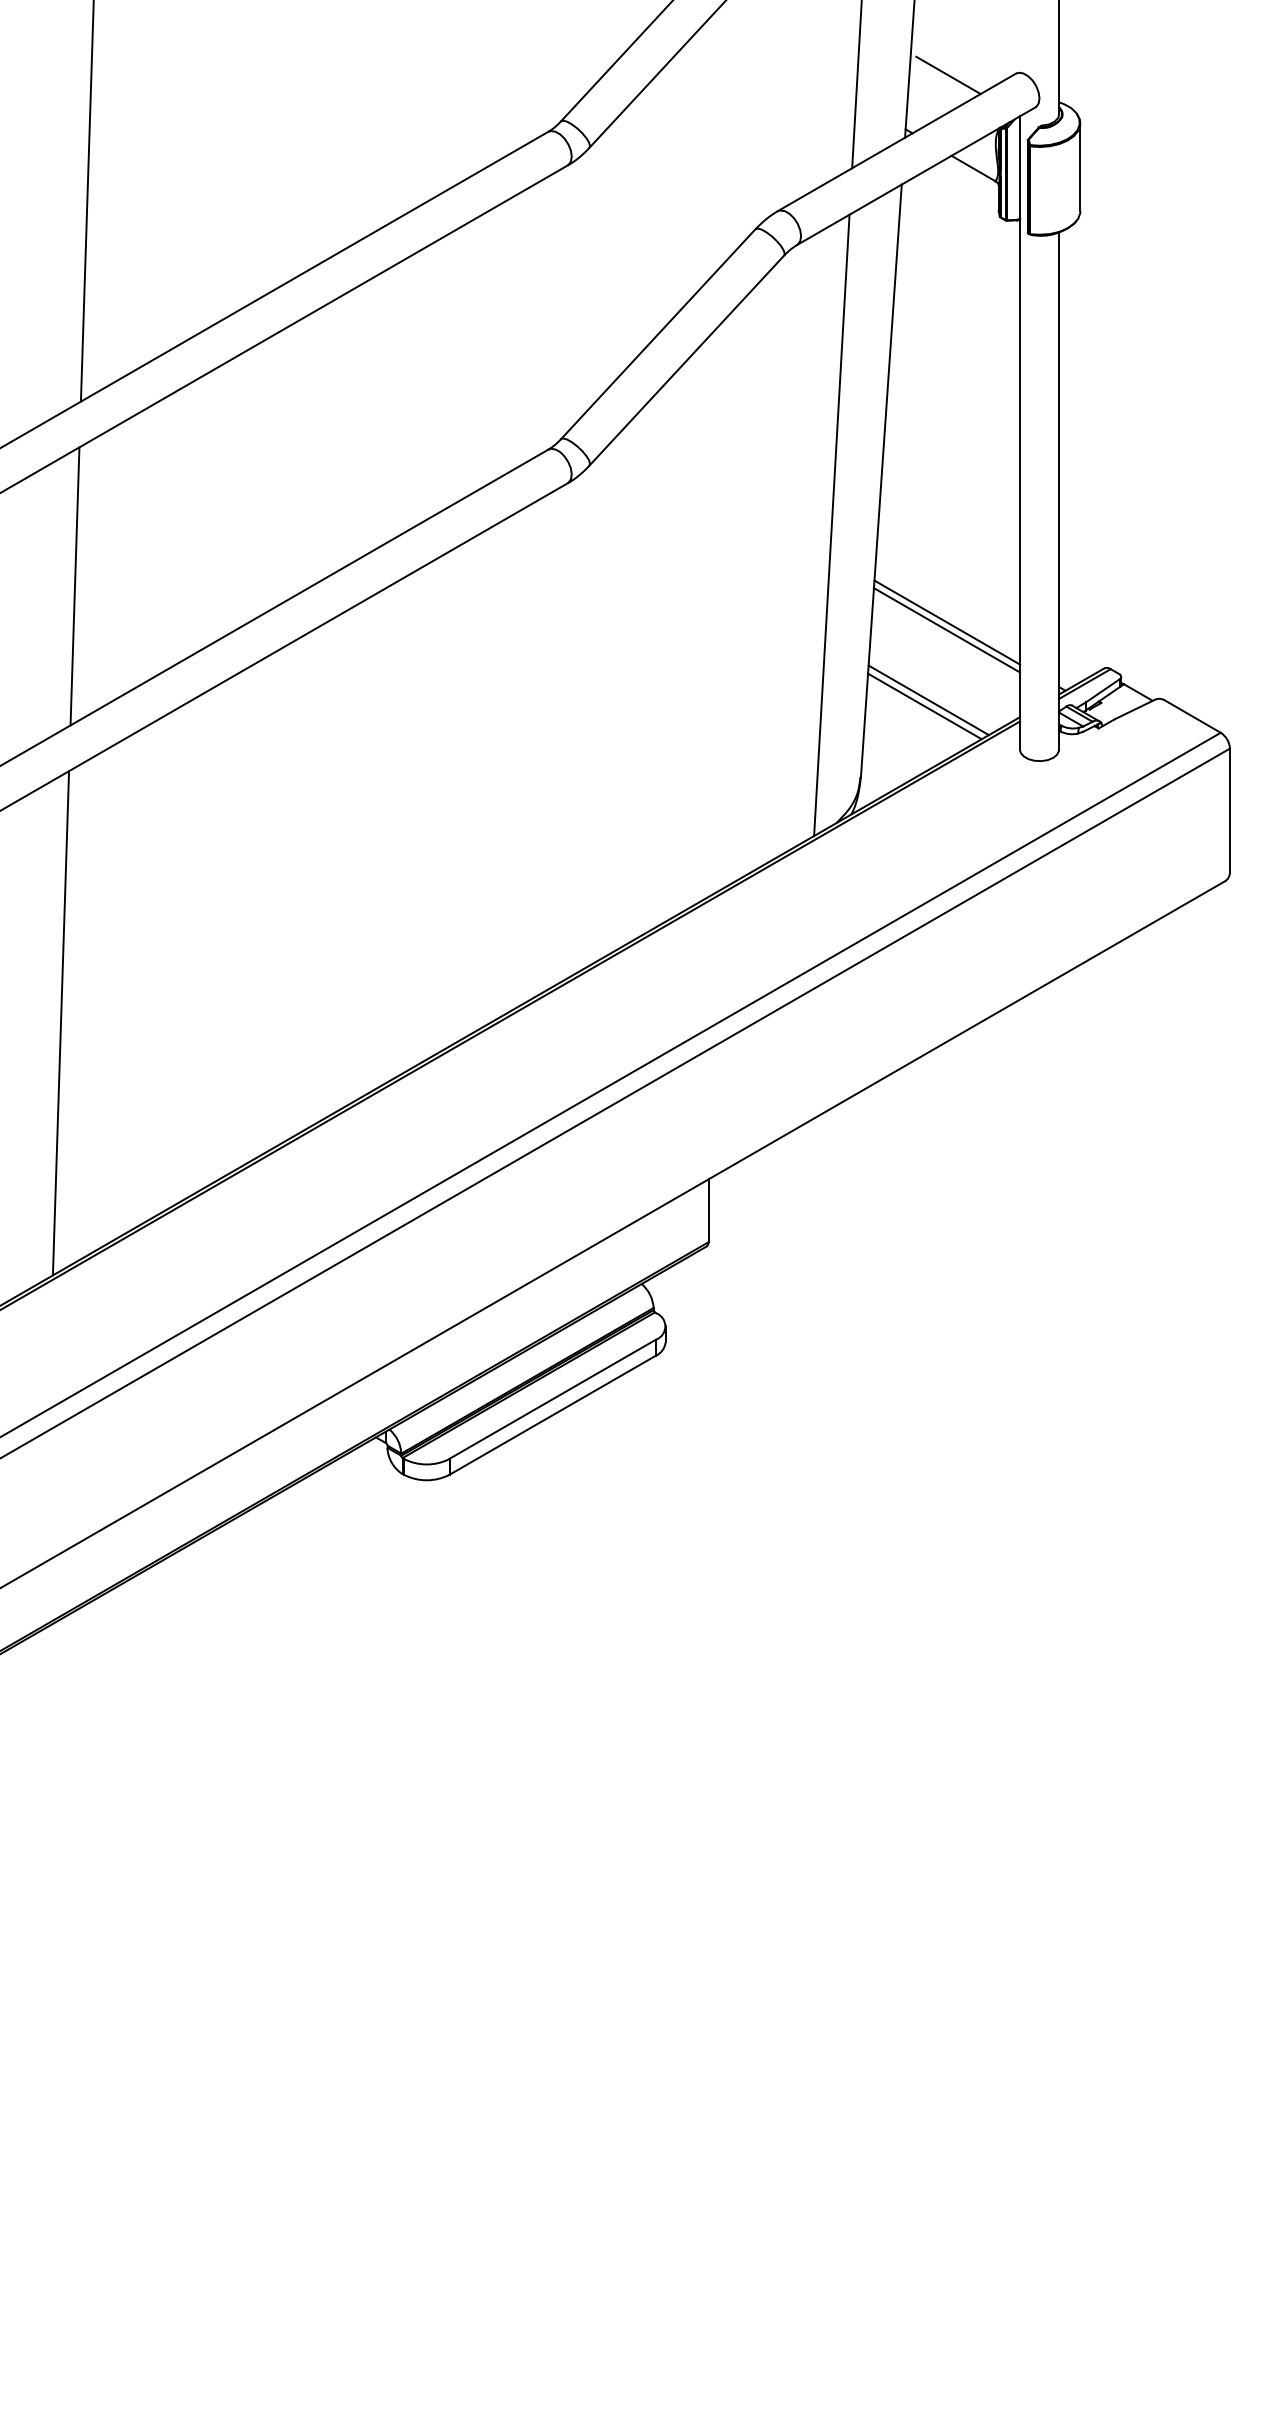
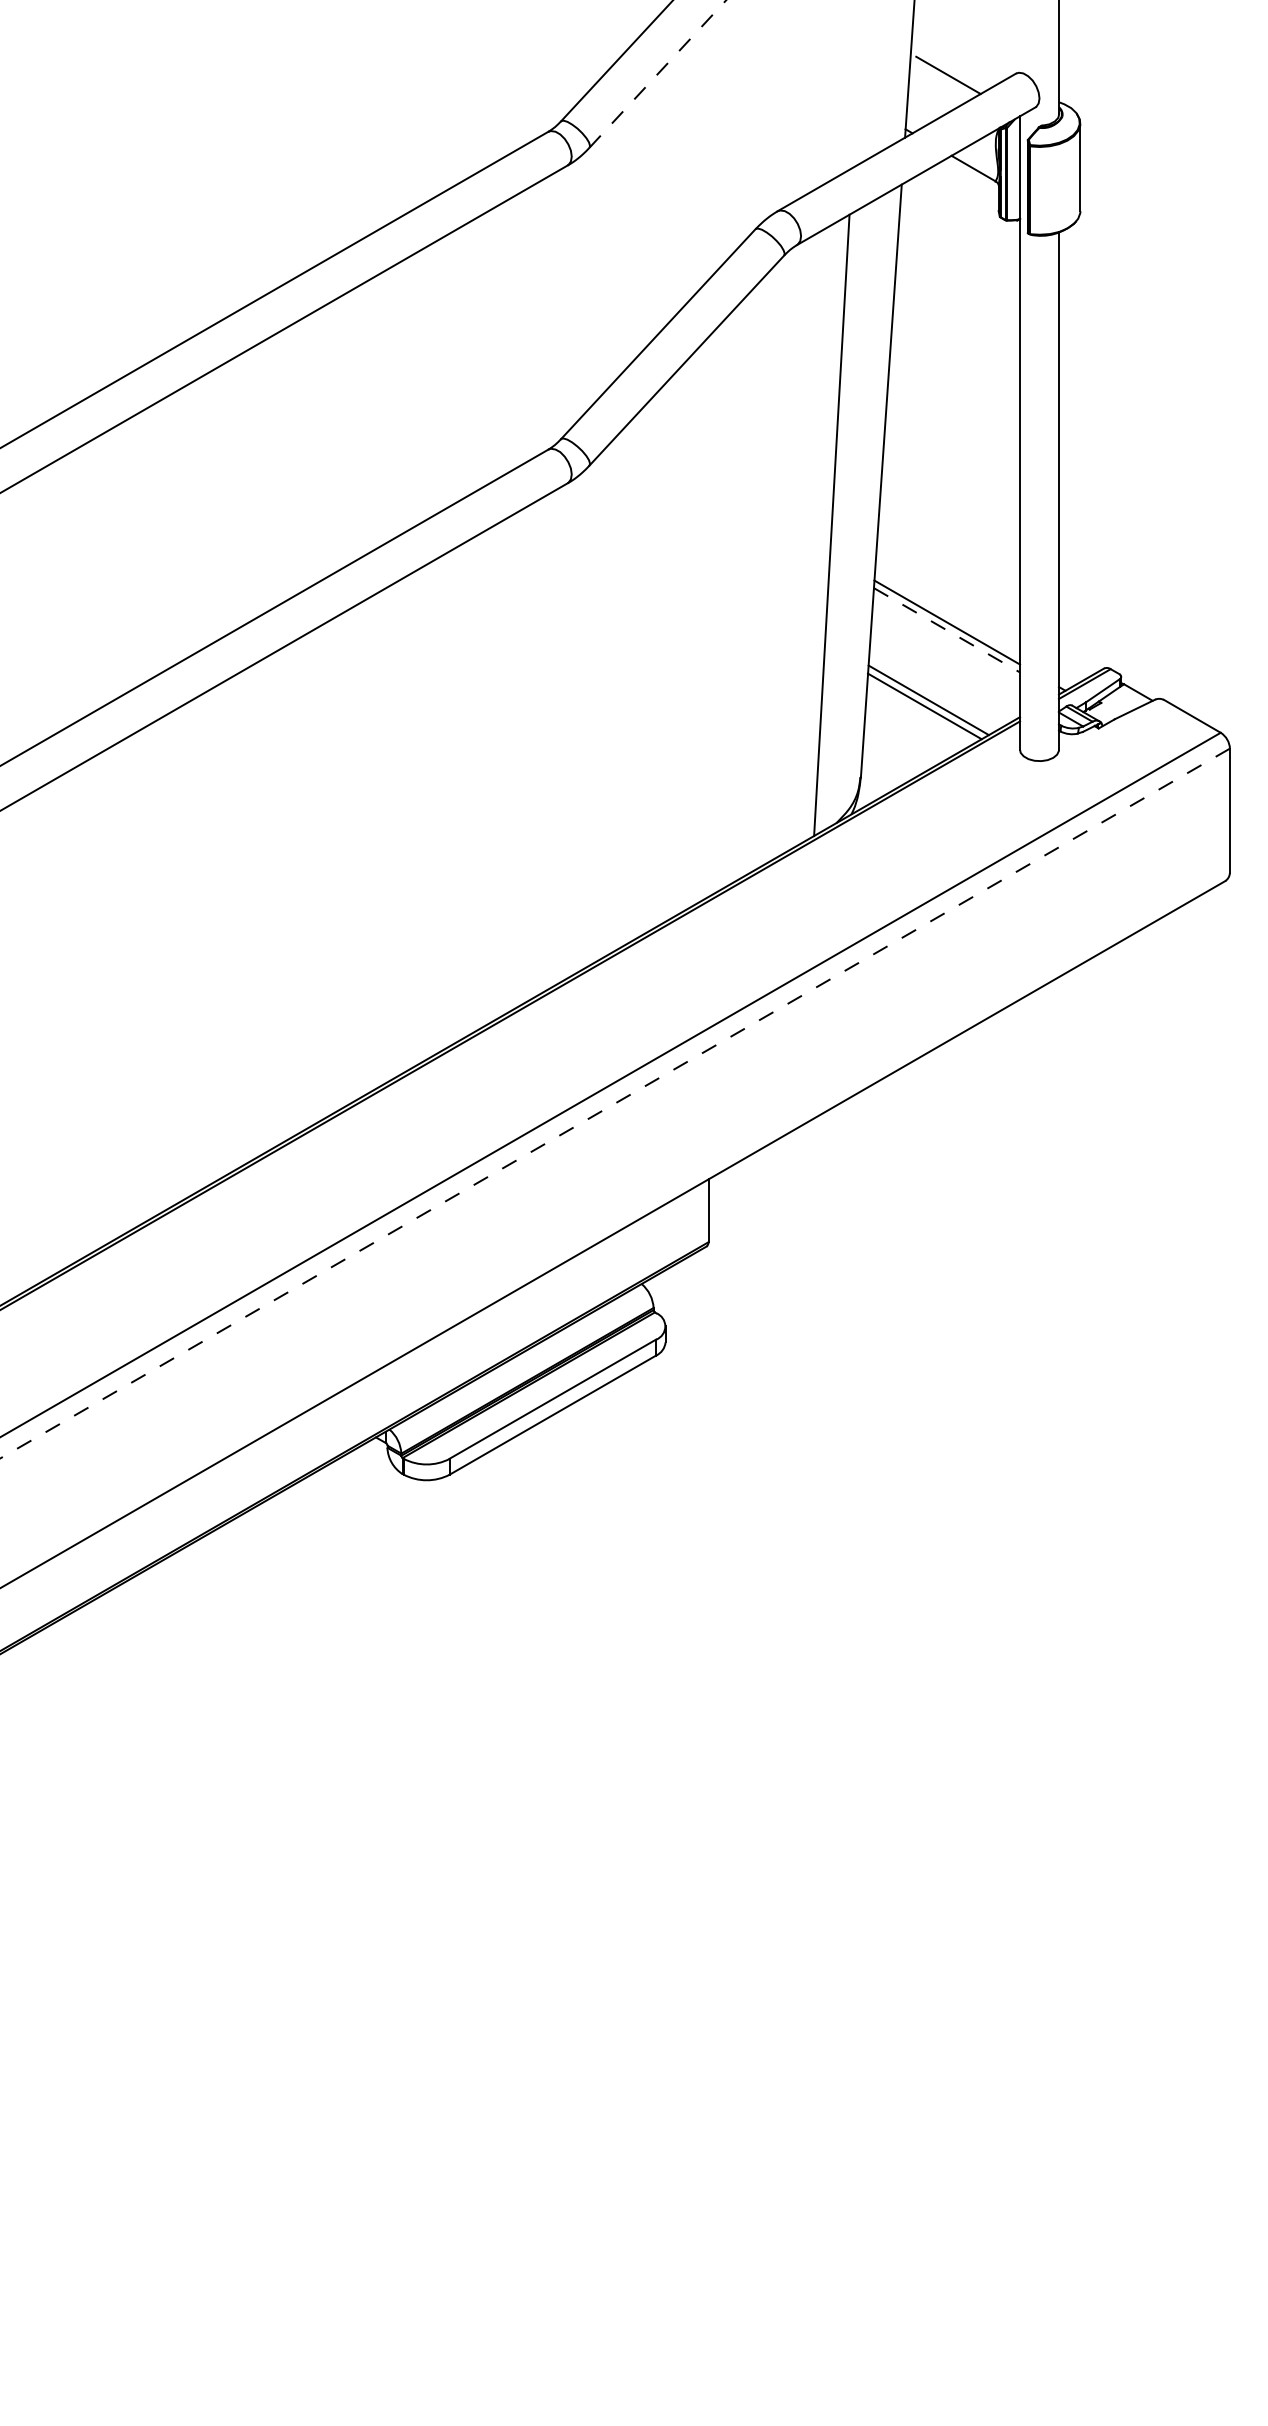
line at (658, 73): solid -> dashed
line at (856, 85): present -> none
line at (86, 201): present -> none
line at (74, 586): present -> none
line at (947, 630): solid -> dashed
line at (60, 1023): present -> none
line at (615, 1103): solid -> dashed
